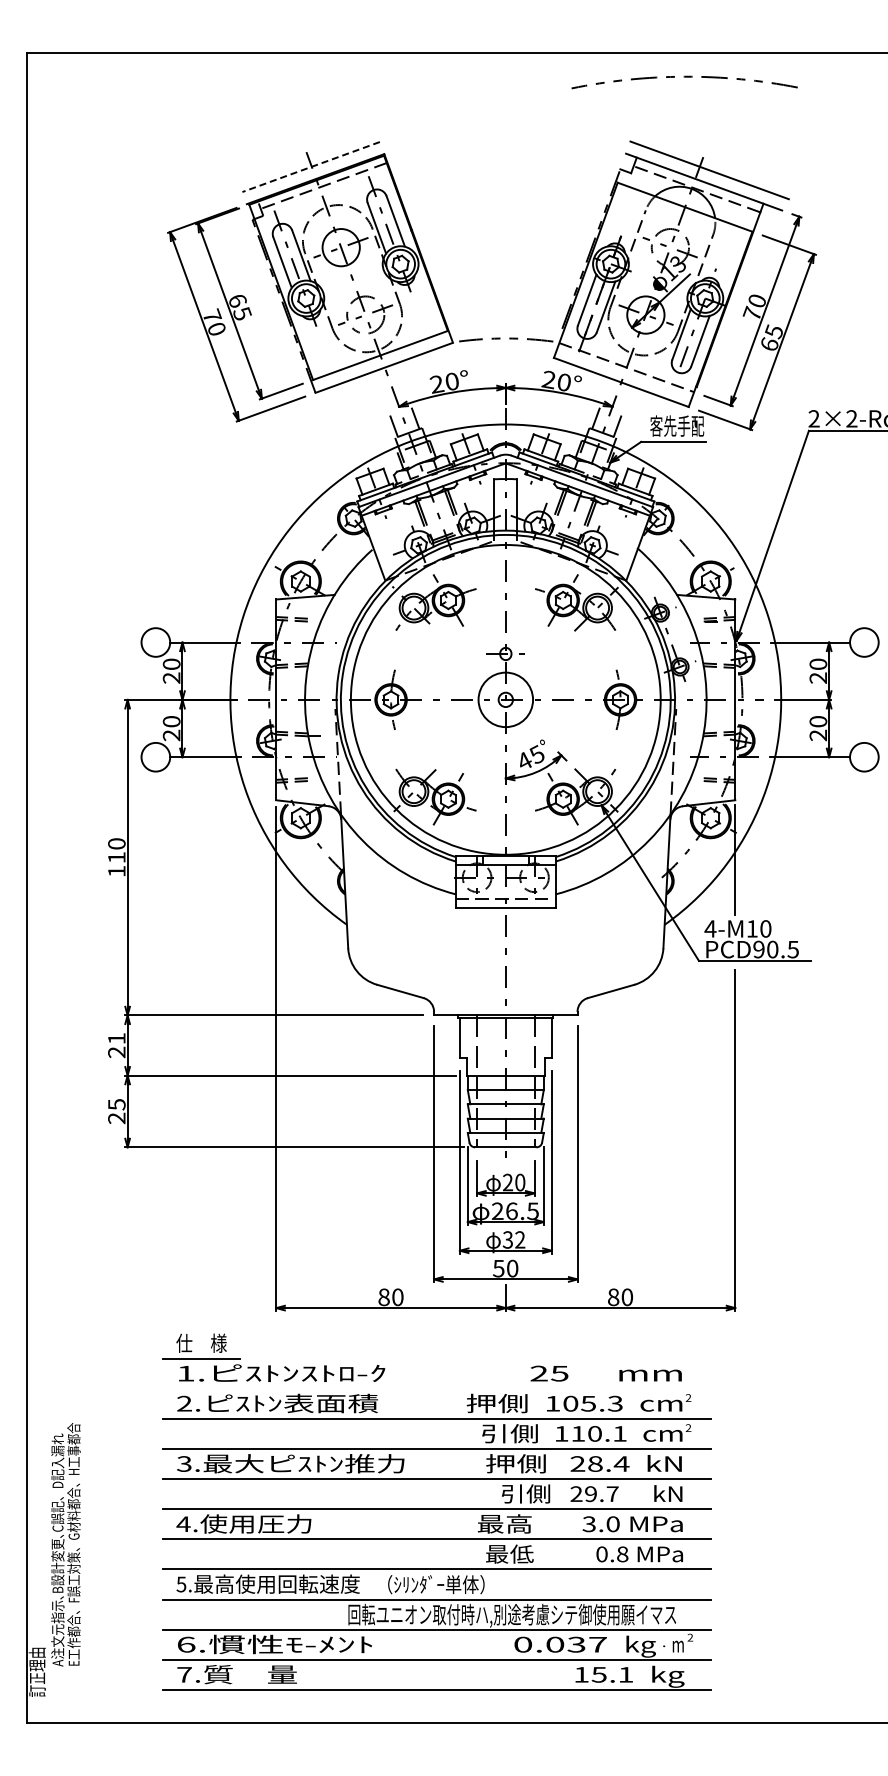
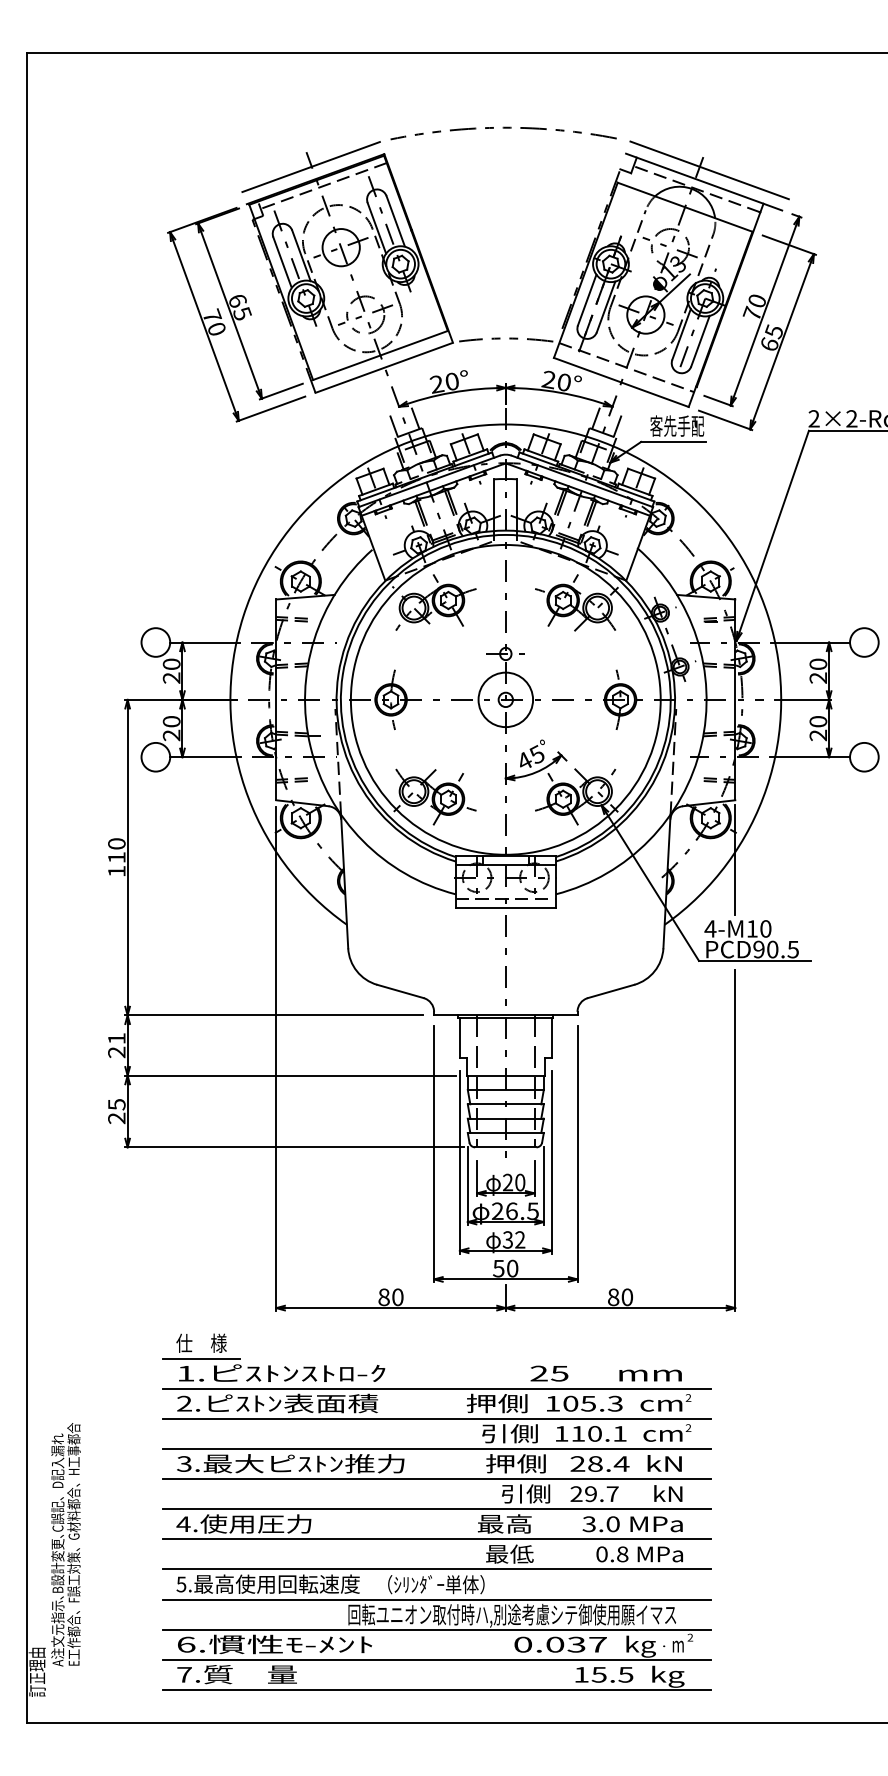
arc at (684, 77) position: (684, 77) -> (503, 128)
line at (310, 167): dashed -> solid
line at (436, 1388): none -> present
text at (625, 1674): 15.1 -> 15.5
